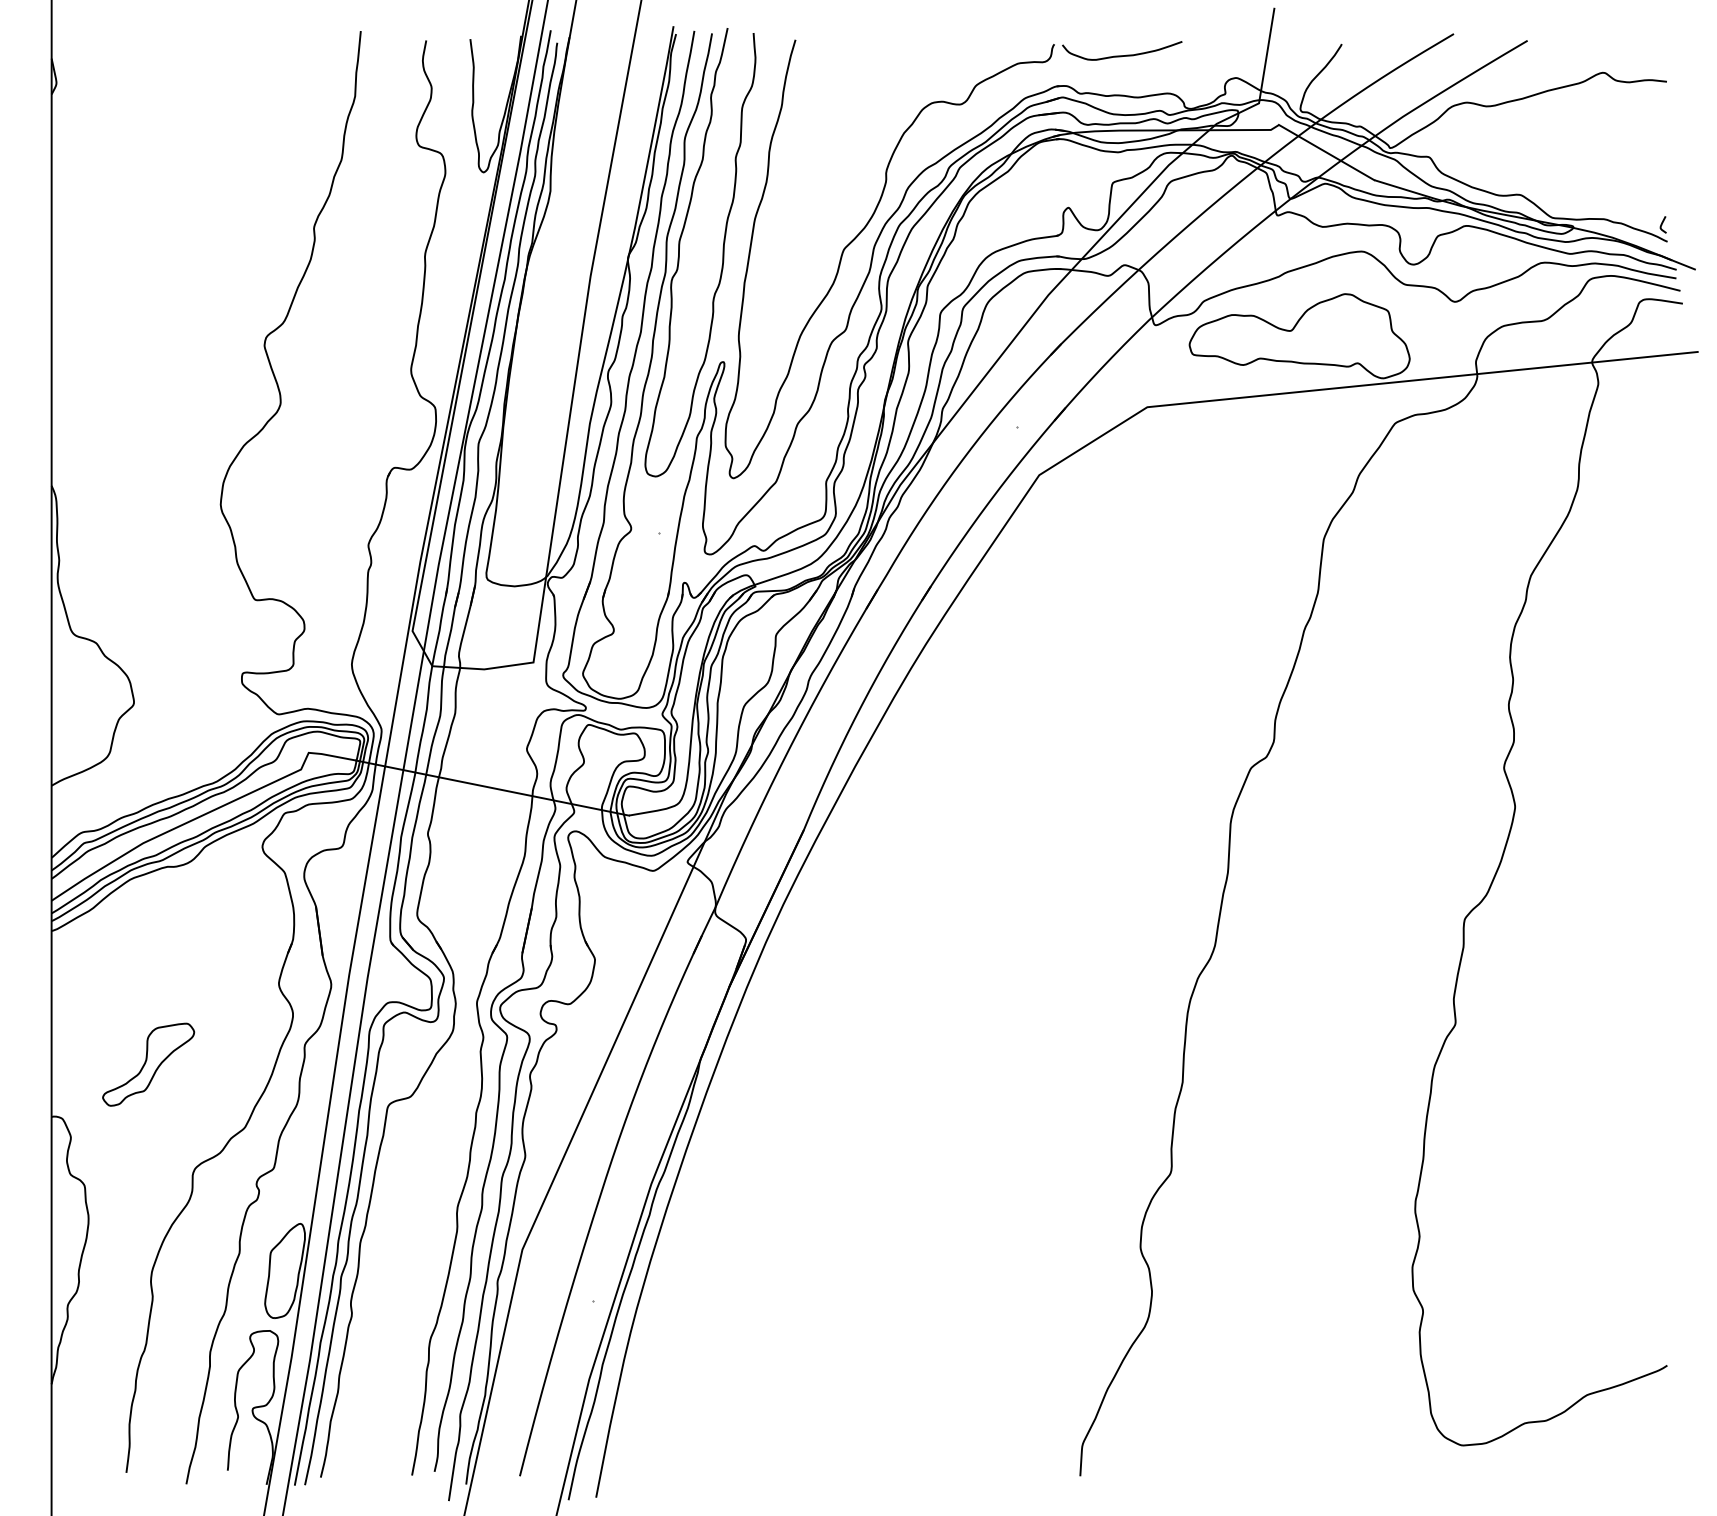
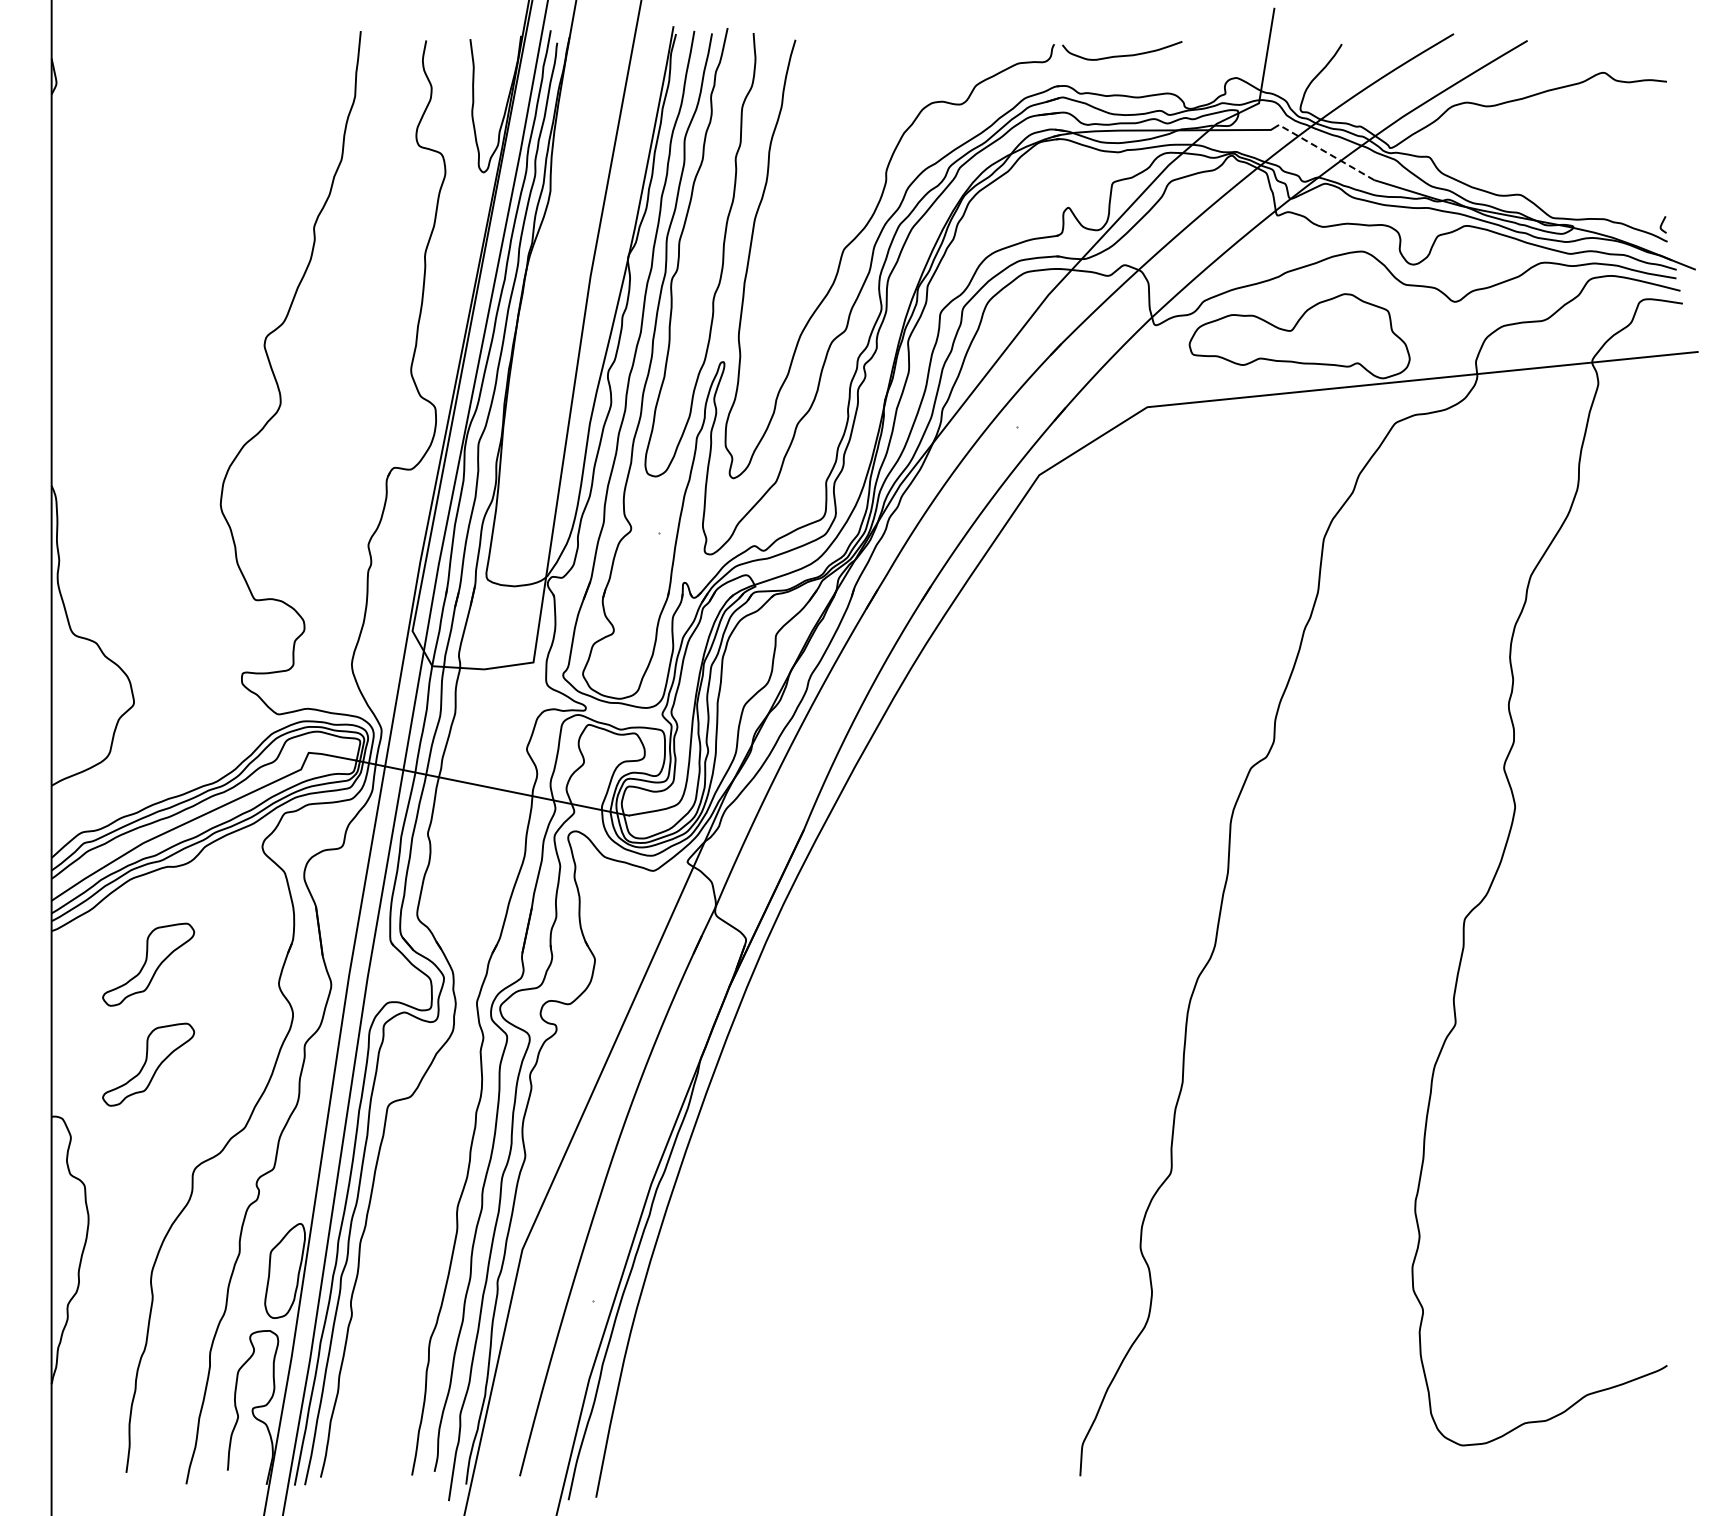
line at (1326, 152): solid -> dashed
part at (148, 964): none -> present
